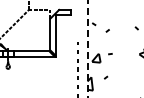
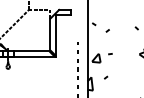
line at (87, 49): dashed -> solid
